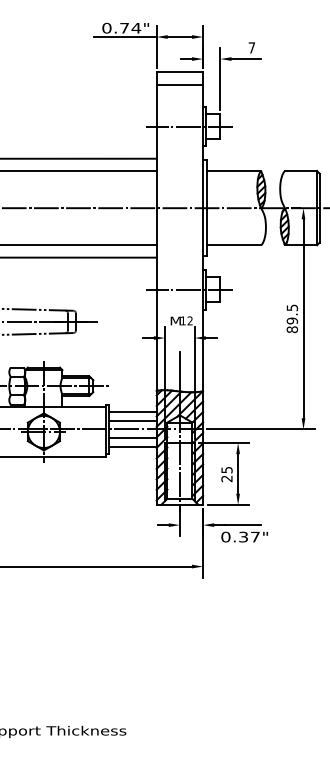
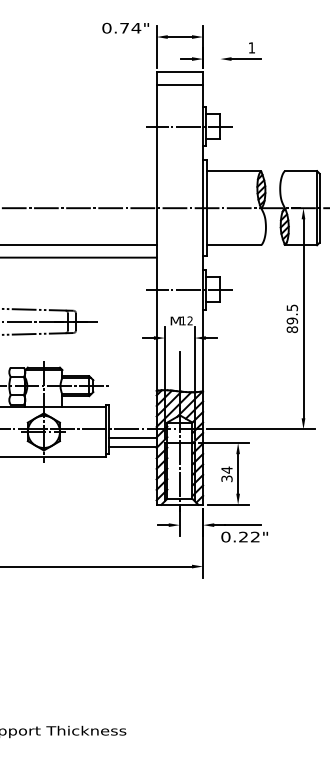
line at (125, 37): present -> none
text at (251, 47): 7 -> 1
line at (220, 78): present -> none
line at (79, 158): present -> none
line at (79, 171): present -> none
line at (132, 412): present -> none
line at (132, 420): present -> none
text at (226, 474): 25 -> 34
text at (249, 536): 0.37" -> 0.22"
